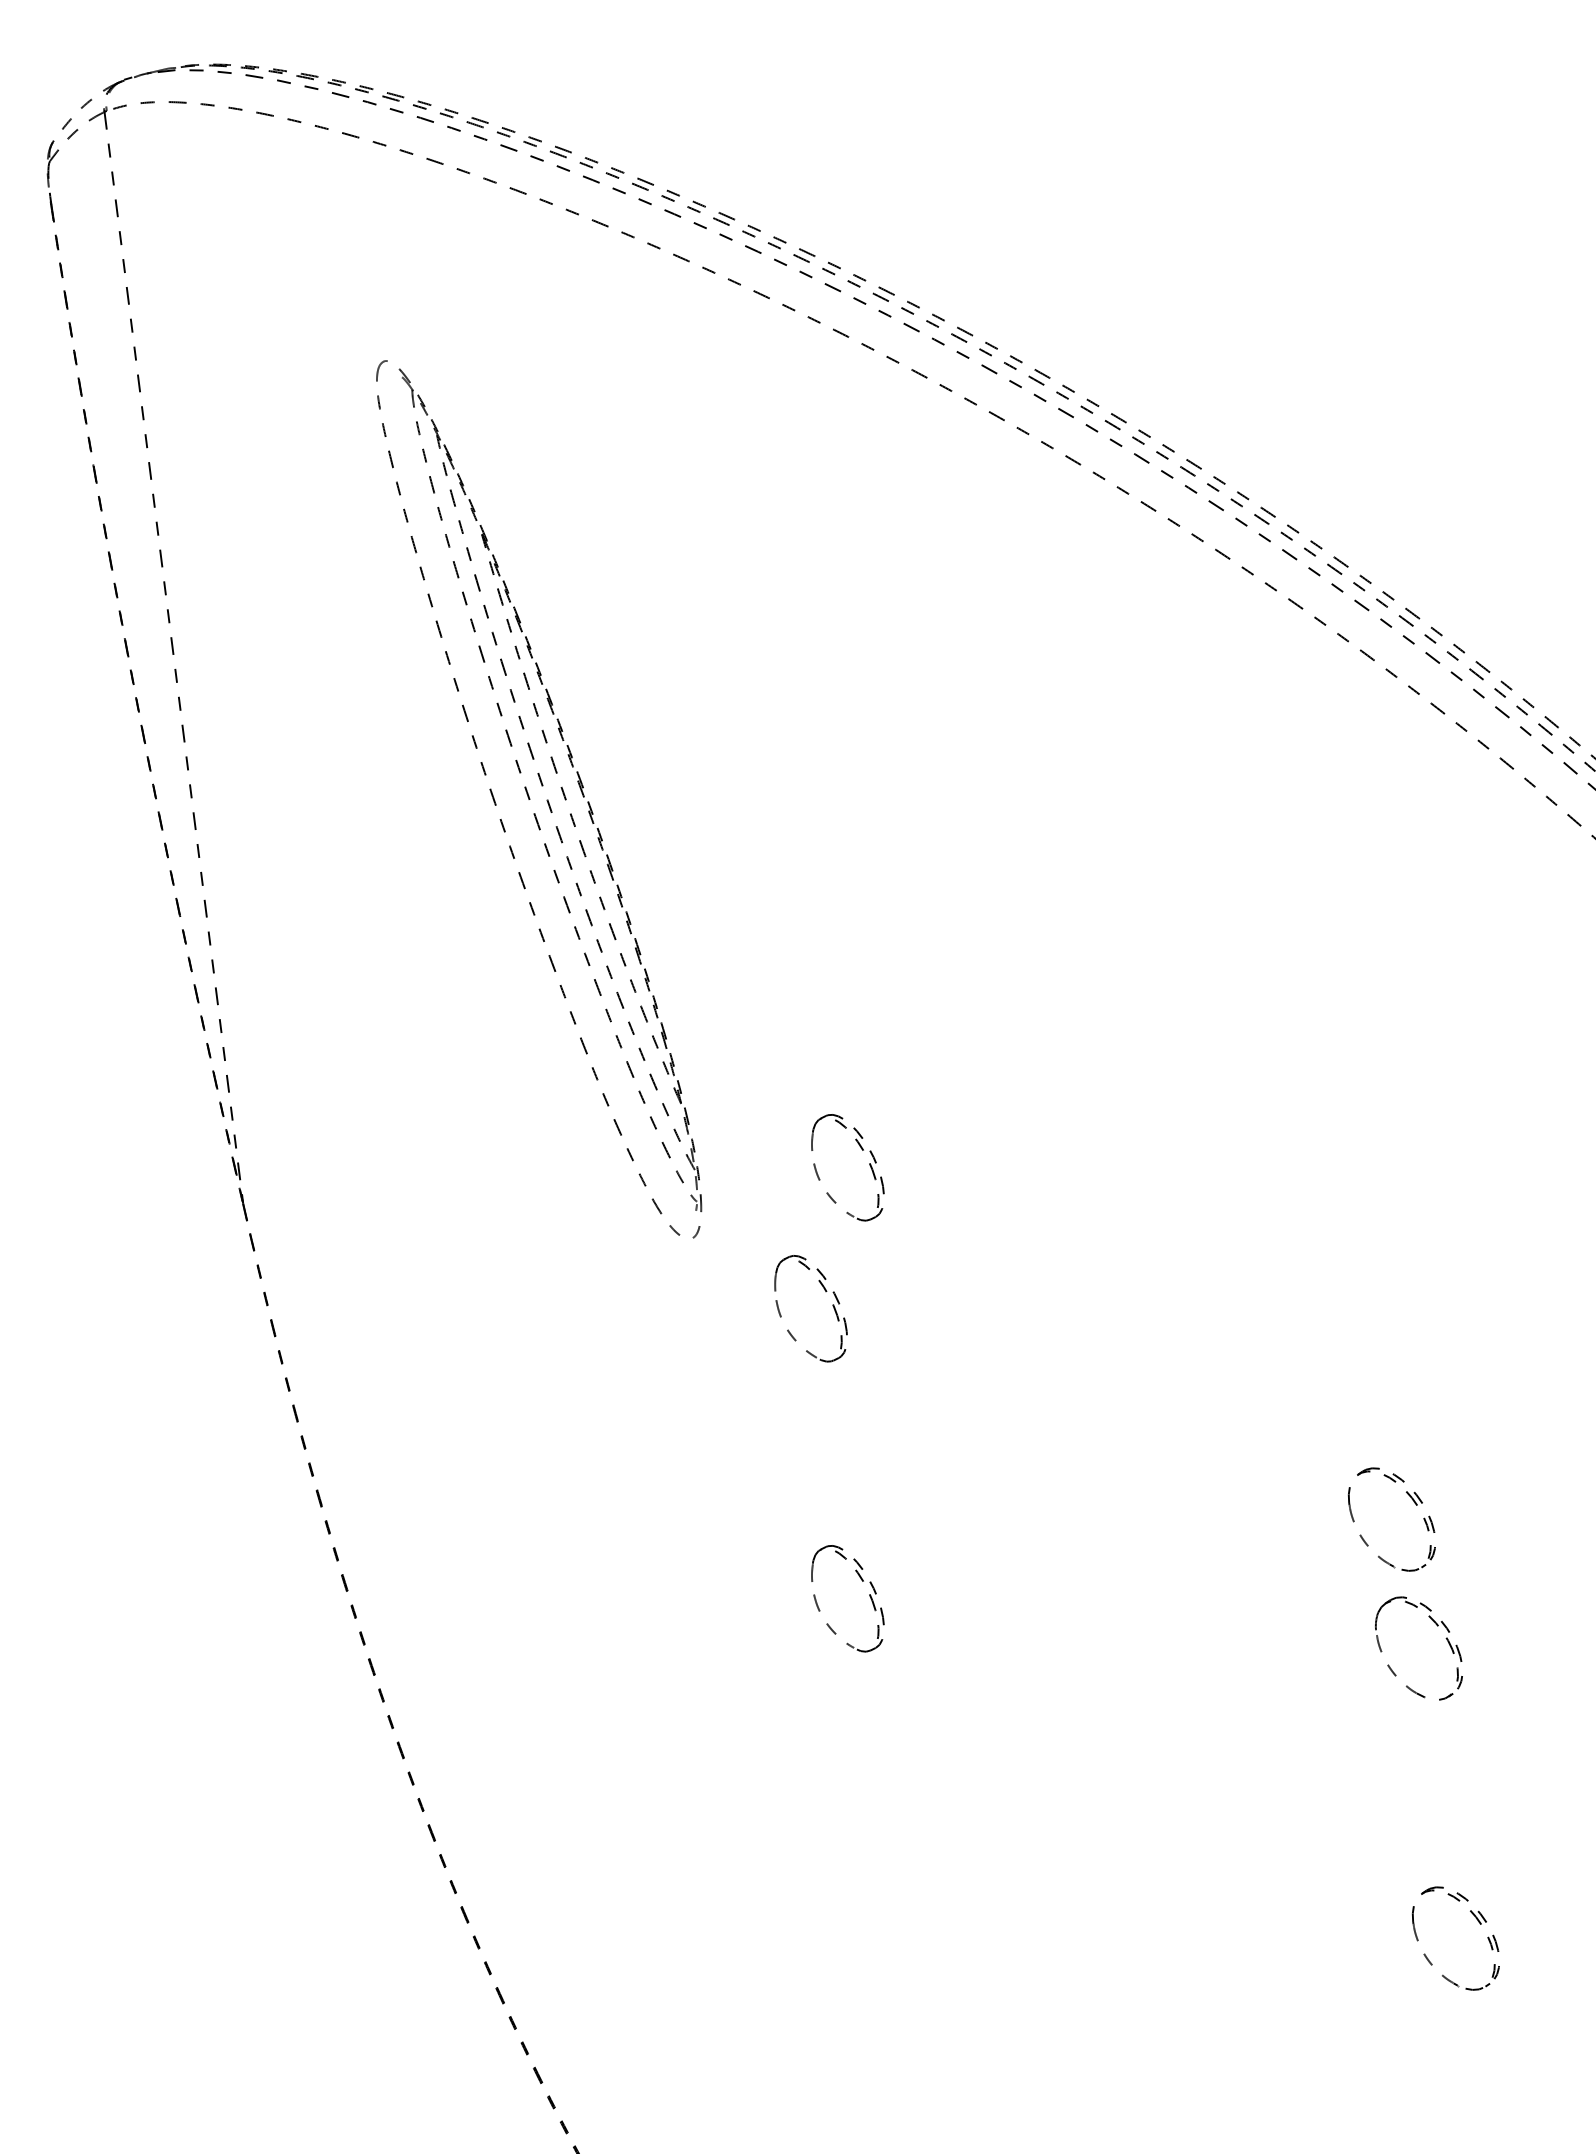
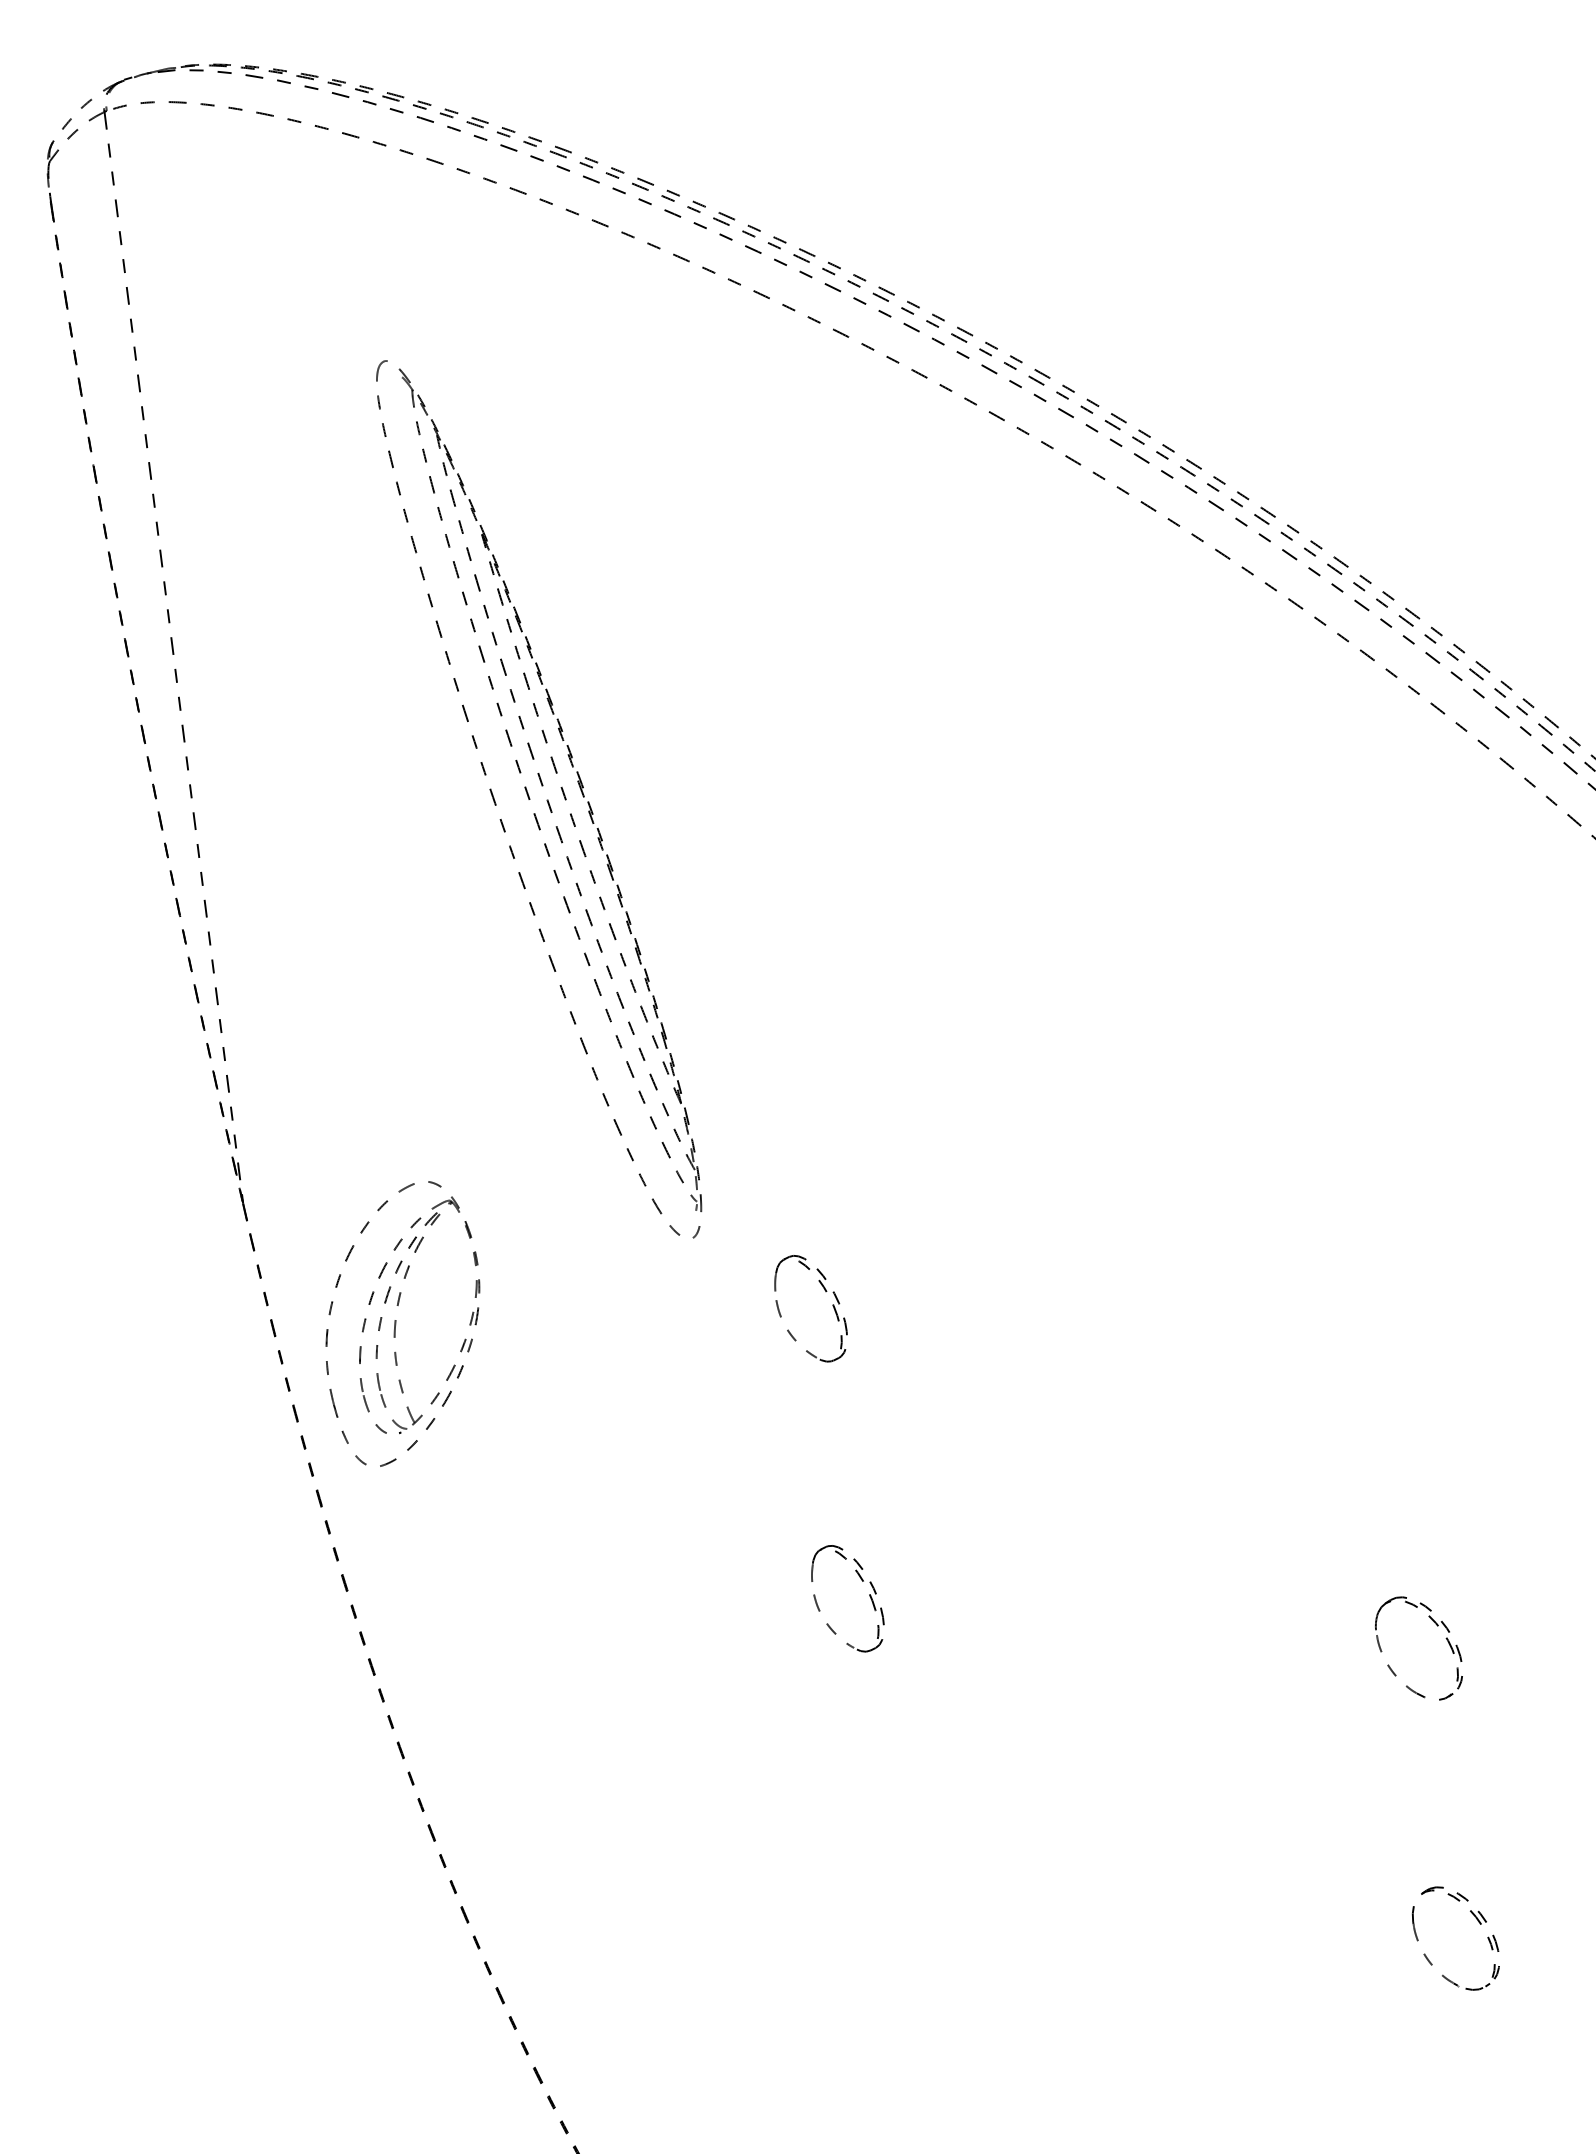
part at (869, 1165): present -> none
part at (402, 1323): none -> present
part at (1414, 1503): present -> none
